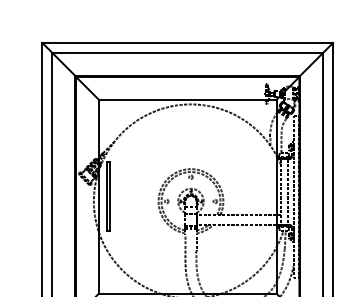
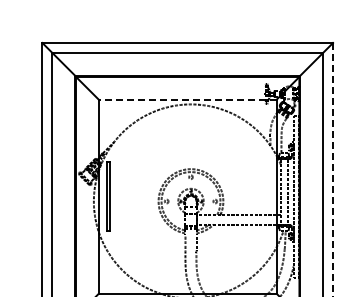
line at (187, 99): solid -> dashed
line at (333, 169): solid -> dashed
